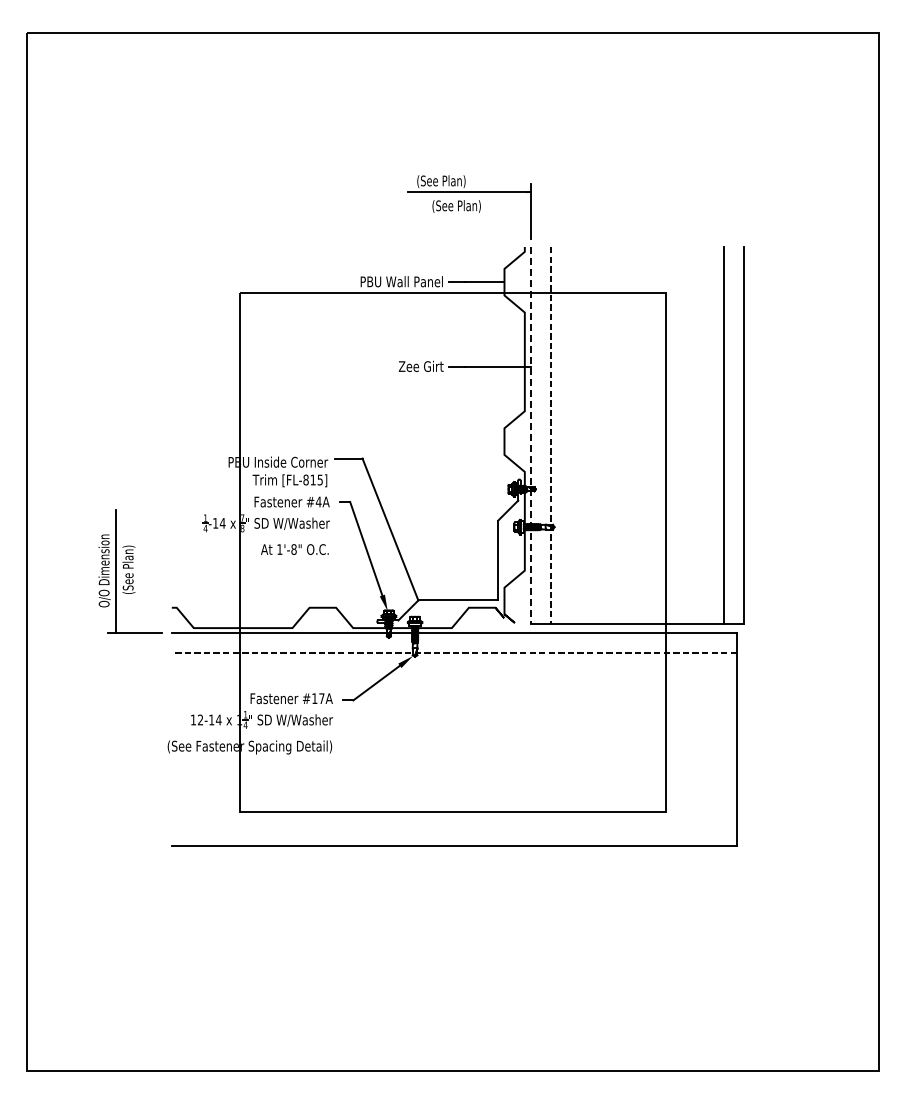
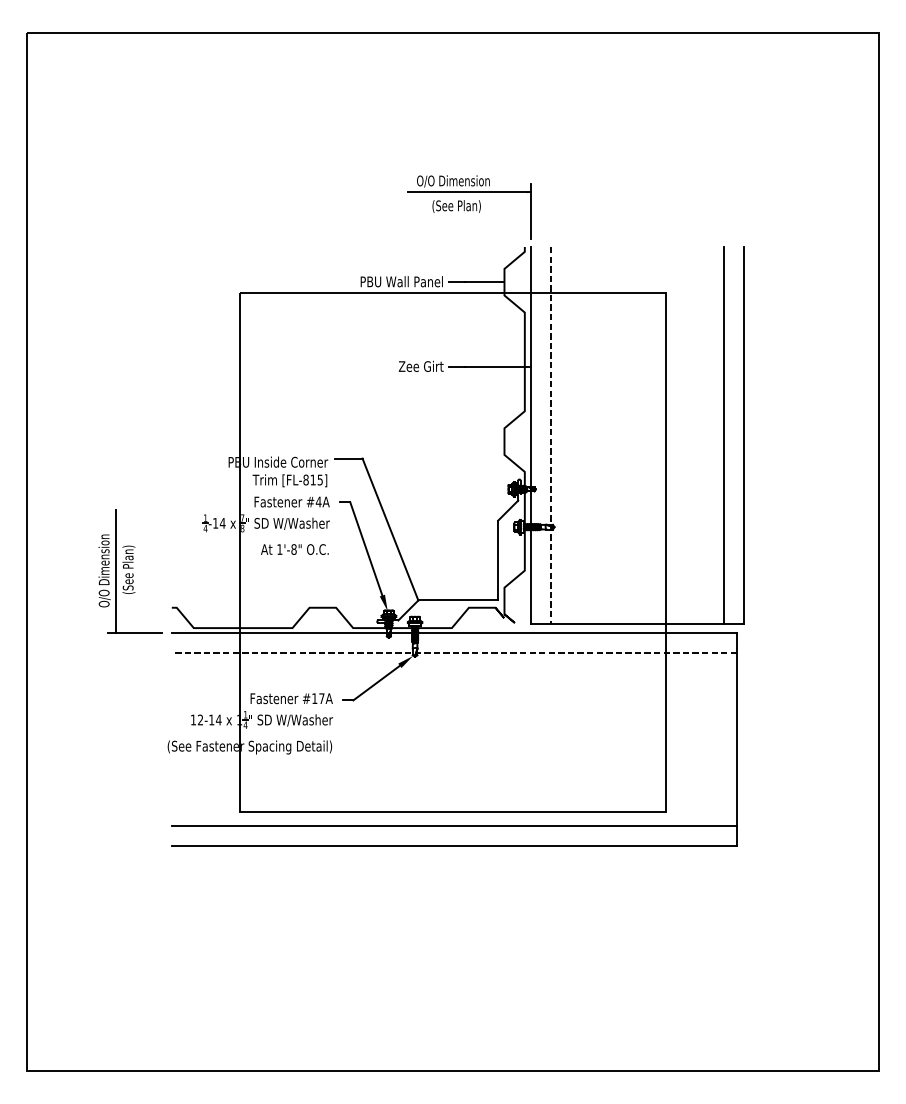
text at (453, 181): (See Plan) -> O/O Dimension
line at (530, 435): dashed -> solid
line at (454, 825): none -> present
